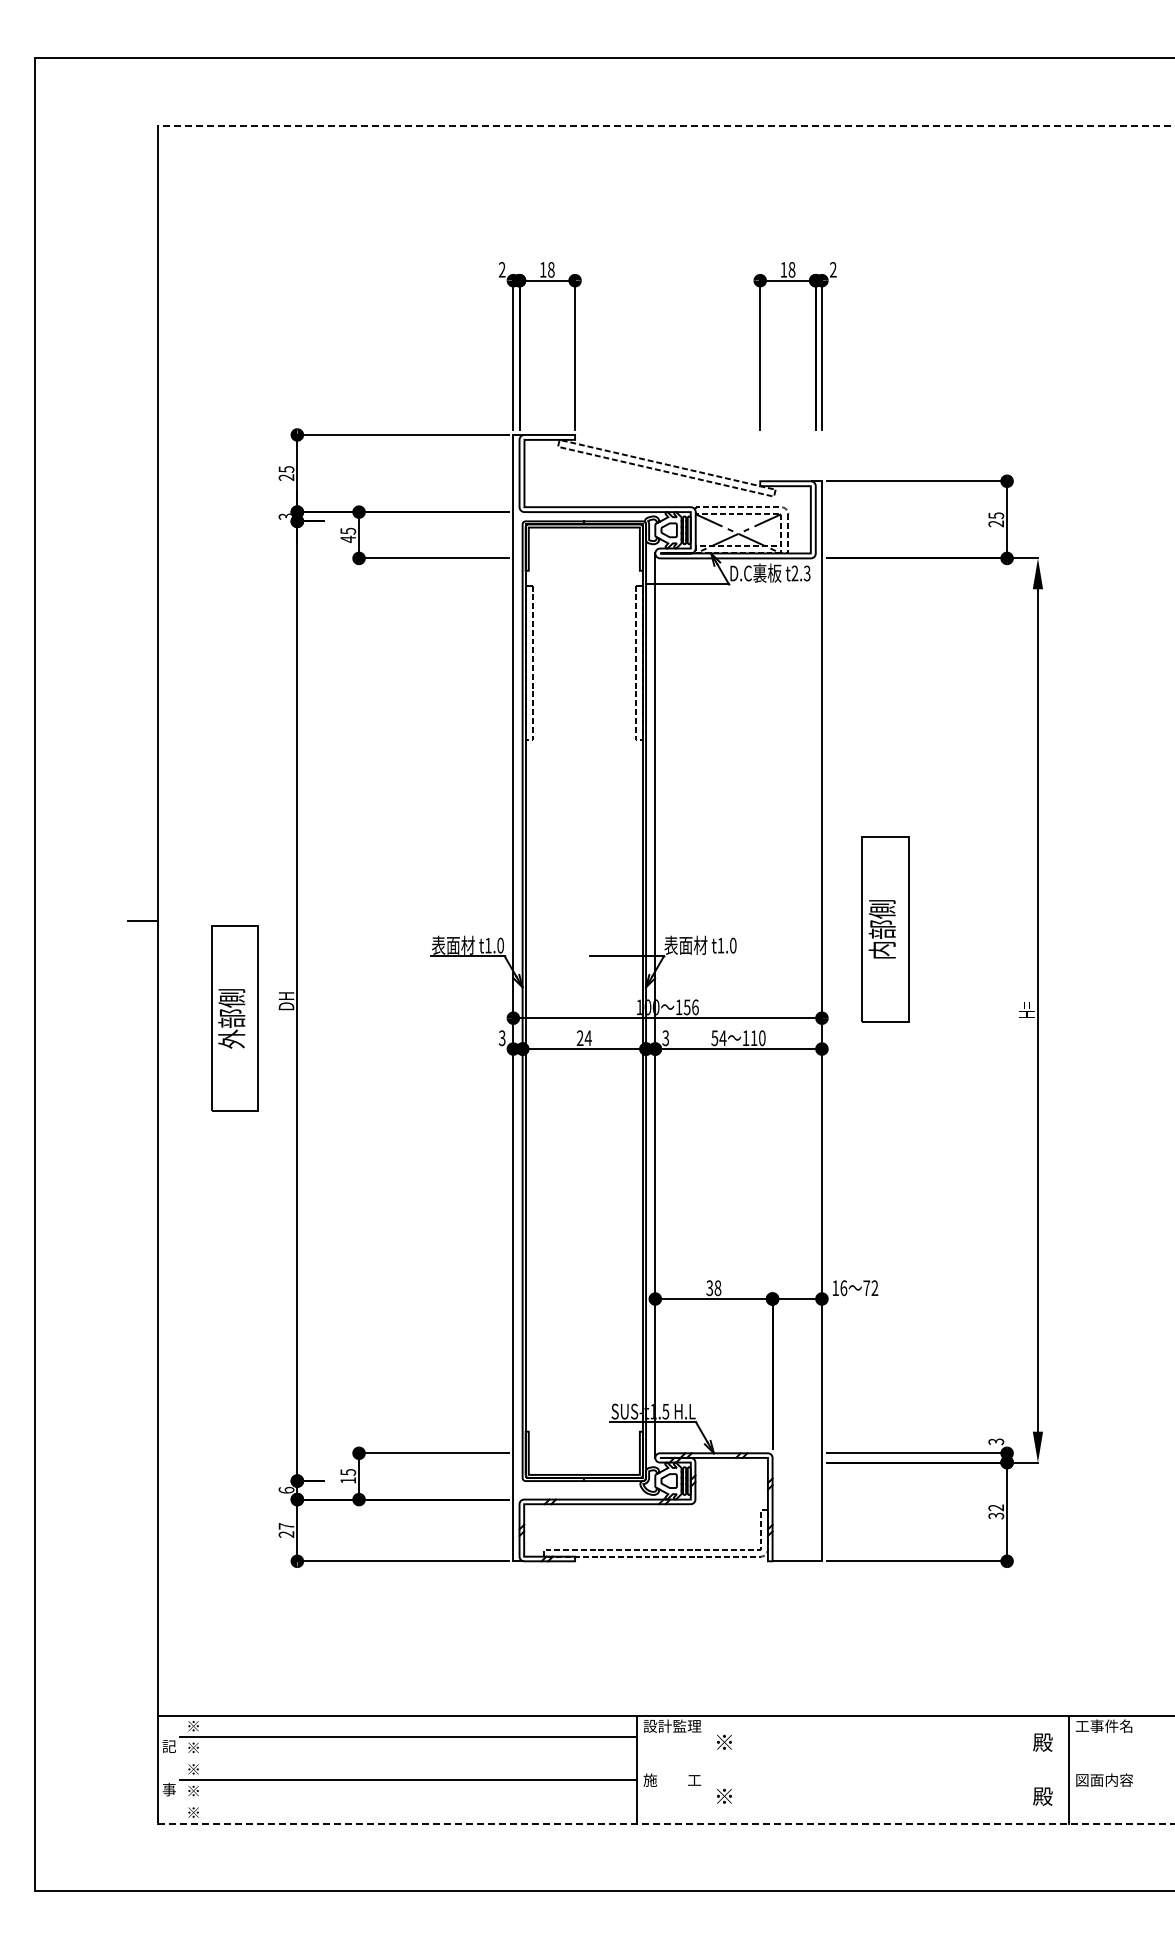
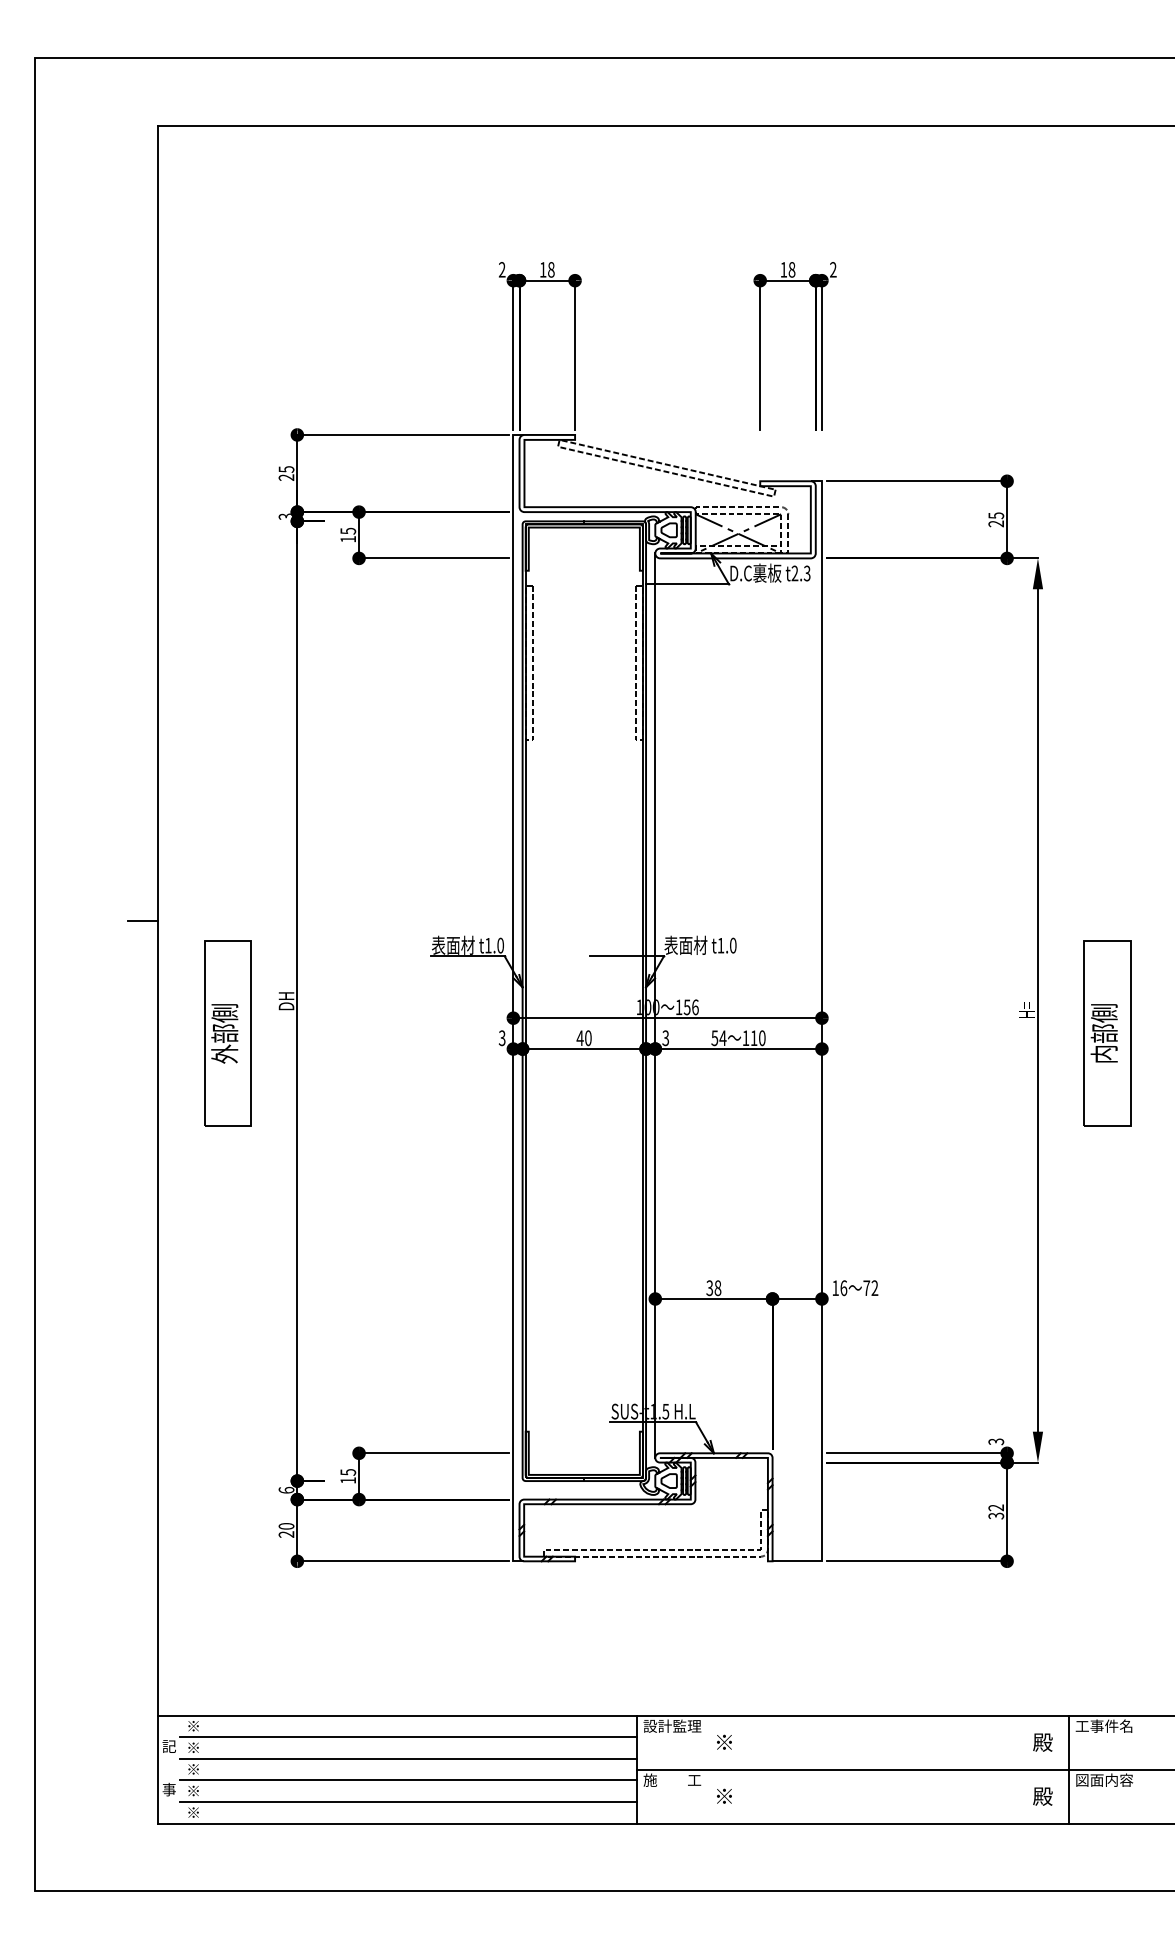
line at (666, 126): dashed -> solid
text at (347, 539): 45 -> 15
part at (885, 929) position: (885, 929) -> (1107, 1033)
part at (234, 1018) position: (234, 1018) -> (227, 1033)
text at (583, 1038): 24 -> 40
text at (286, 1526): 27 -> 20
line at (408, 1758): none -> present
line at (903, 1769): none -> present
line at (408, 1802): none -> present
line at (666, 1823): dashed -> solid
